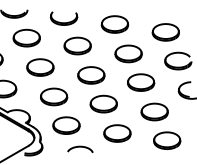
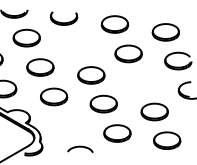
part at (77, 45): present -> none
part at (141, 82): present -> none
part at (66, 125): present -> none
